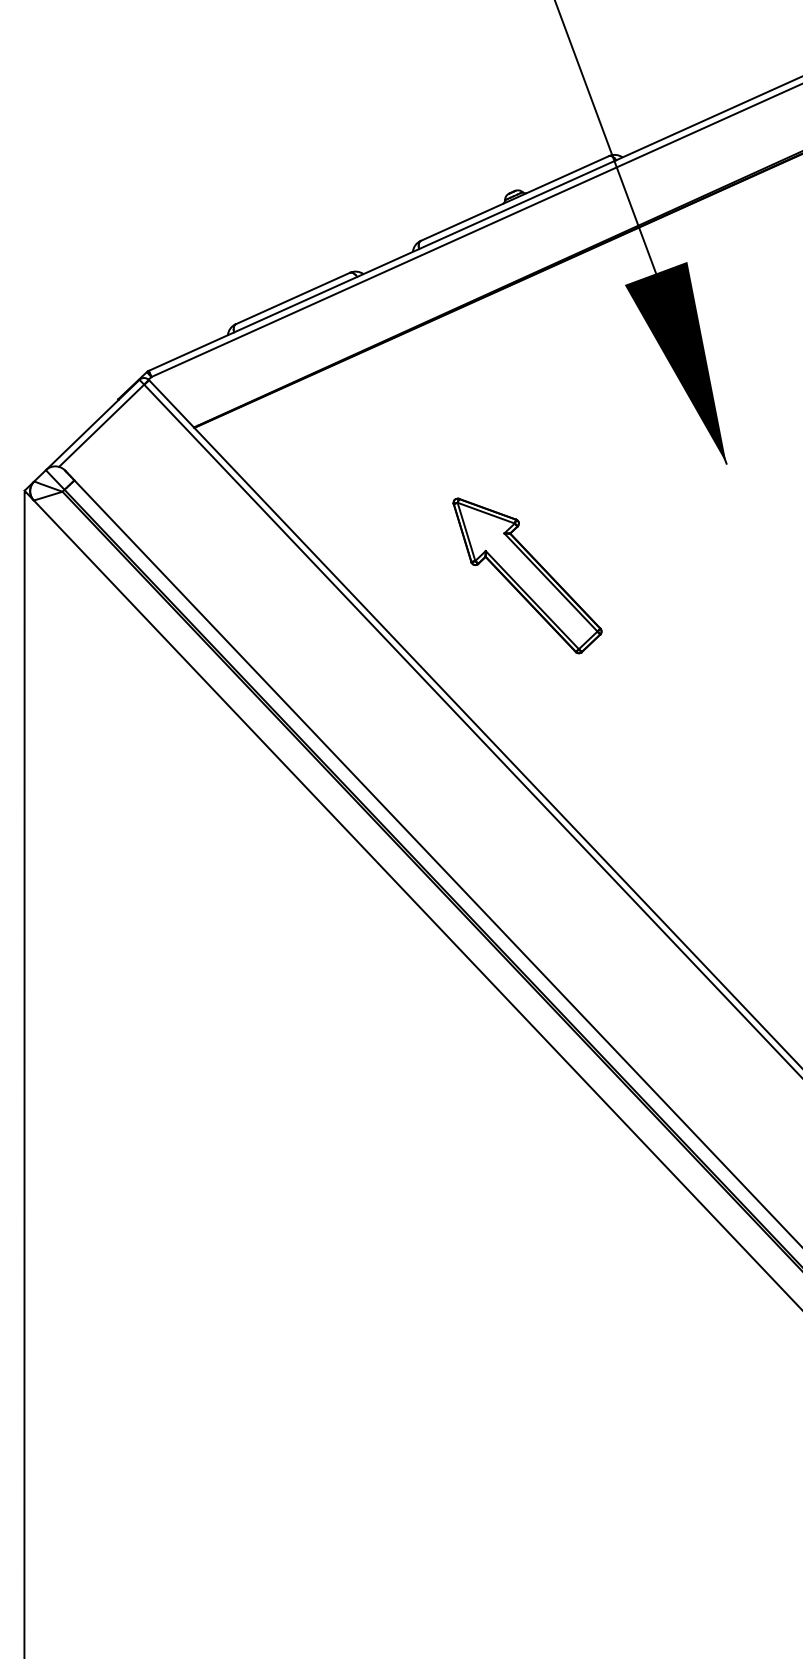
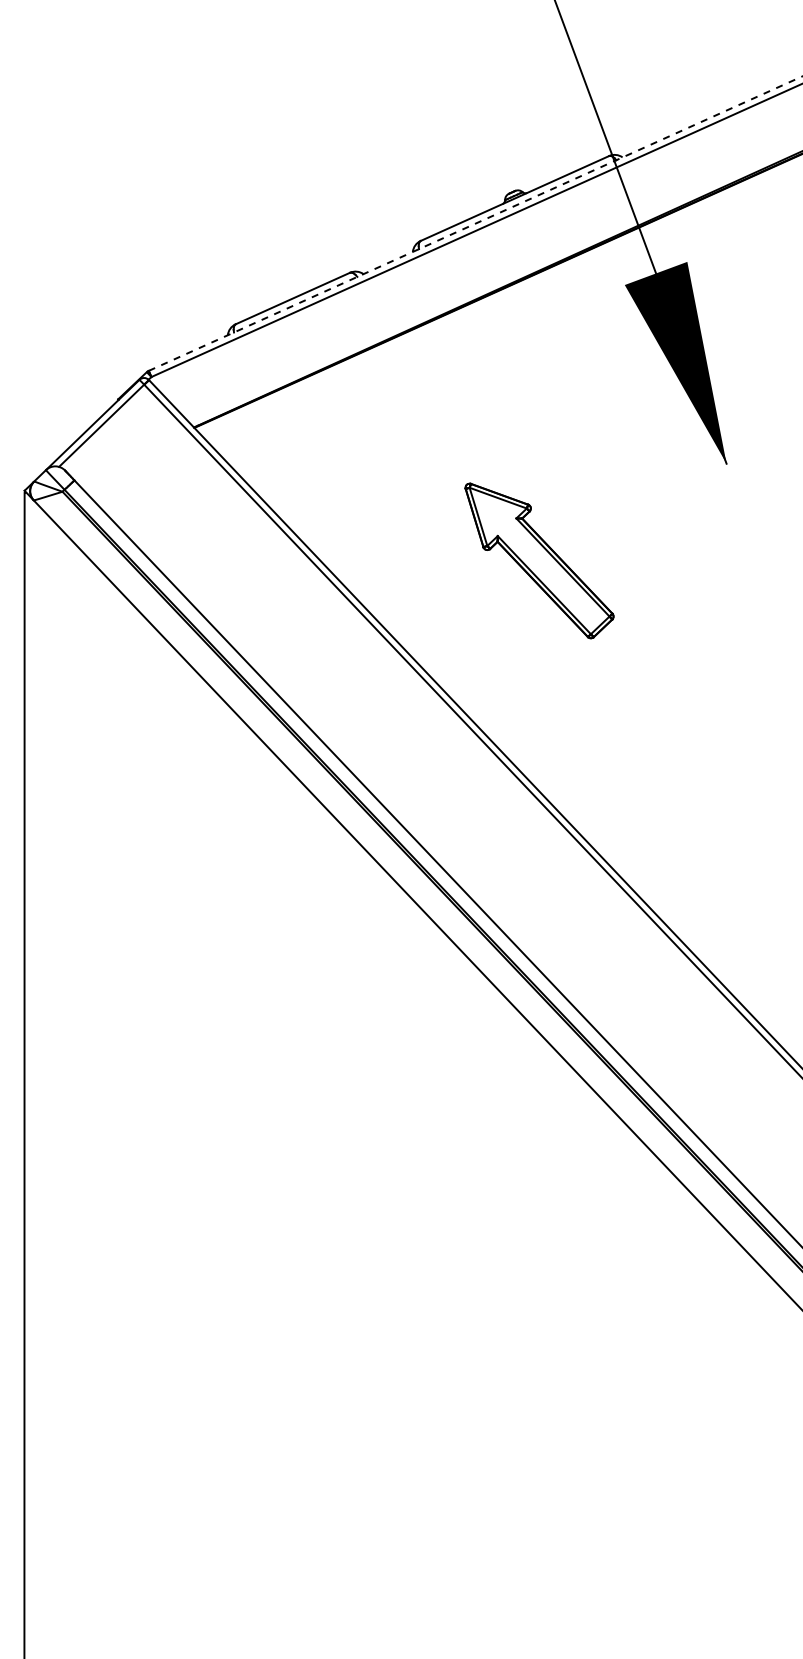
line at (475, 223): solid -> dashed
part at (527, 575) position: (527, 575) -> (539, 560)
